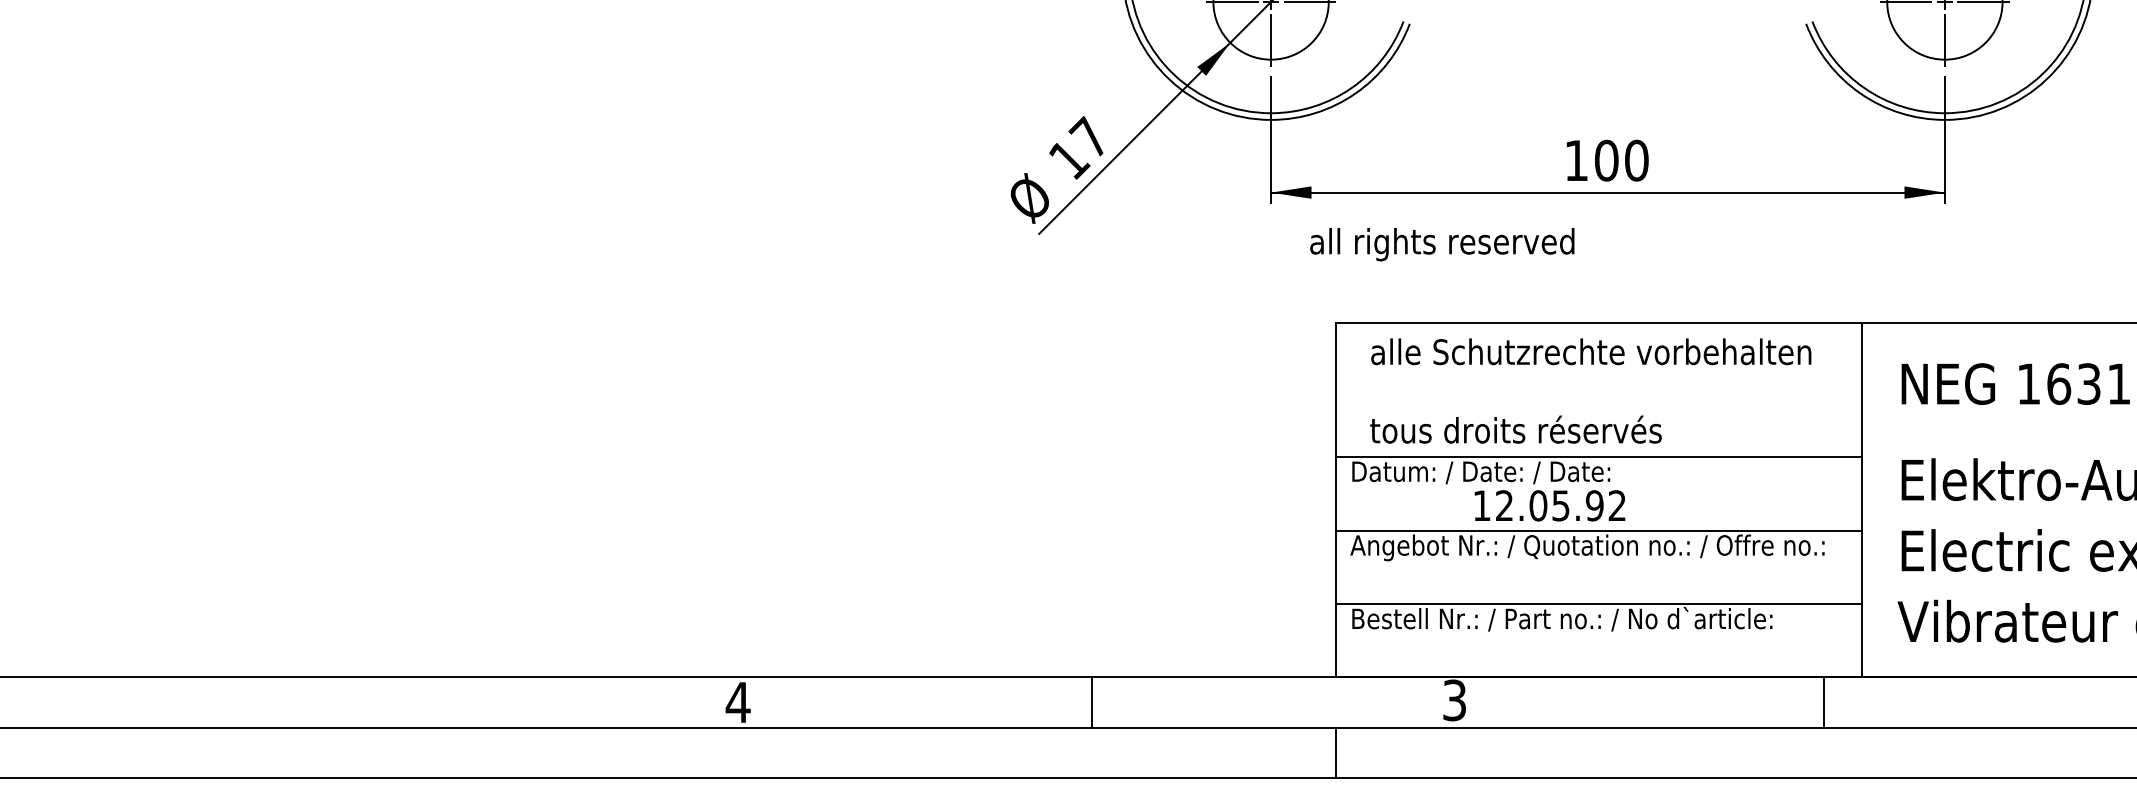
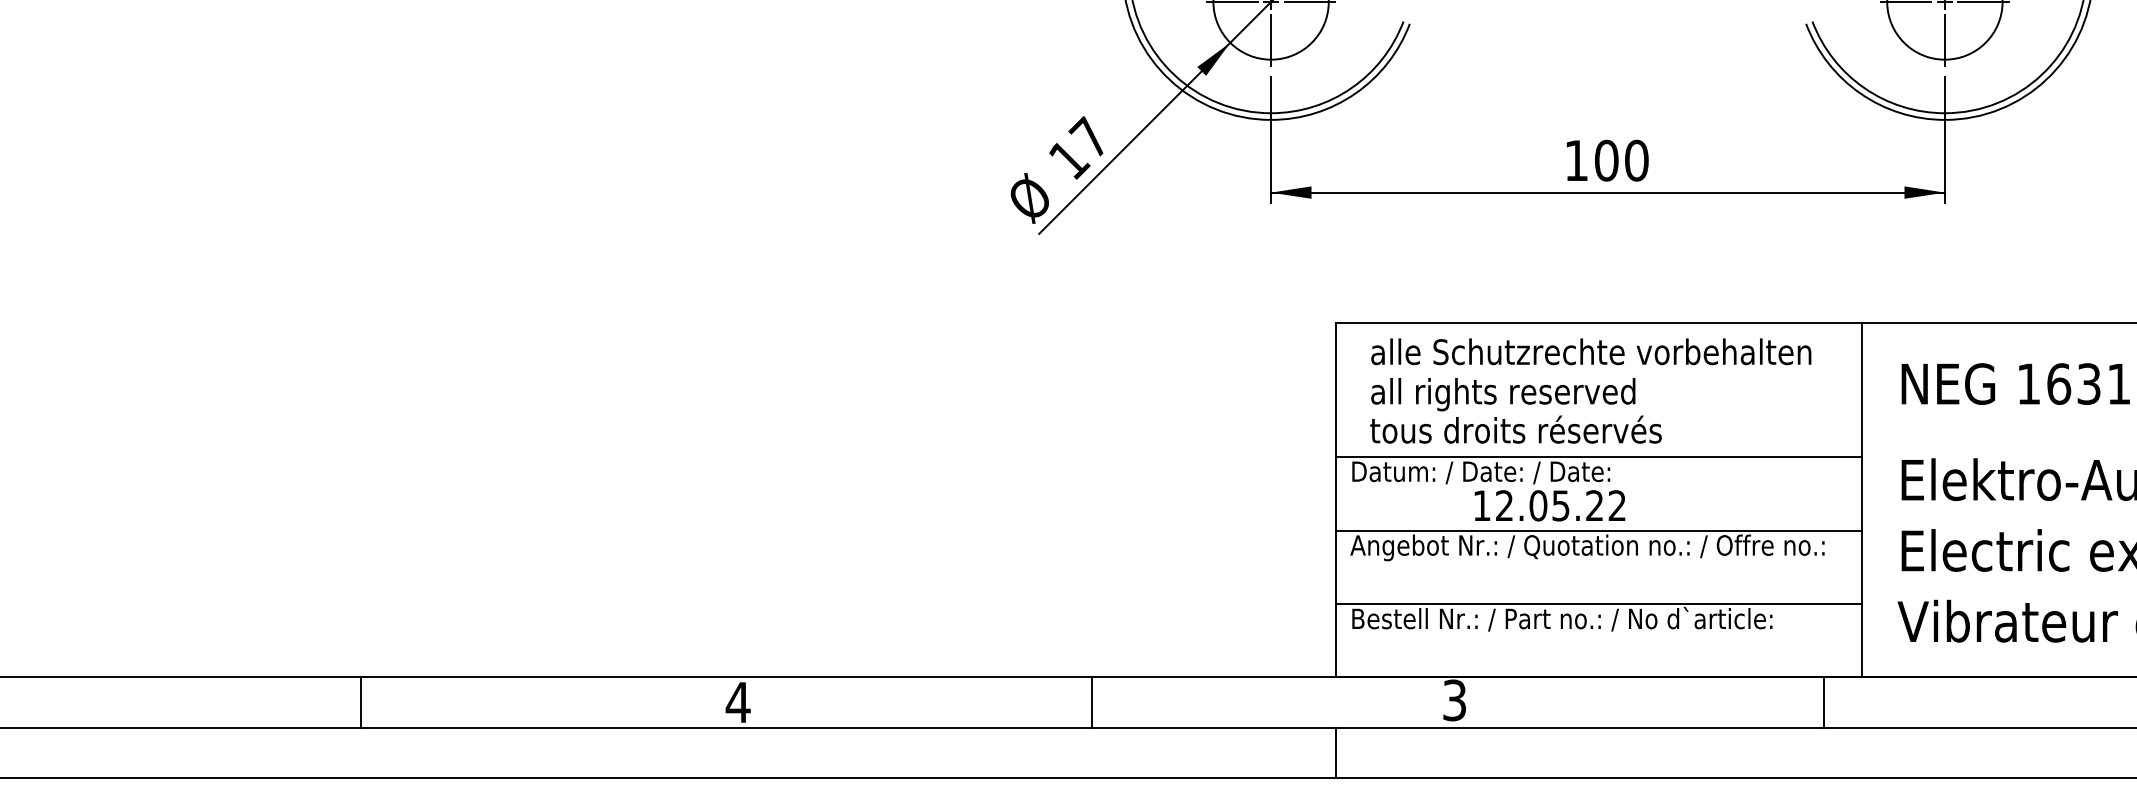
text at (1442, 244) position: (1442, 244) -> (1503, 394)
text at (1594, 505): 12.05.92 -> 12.05.22
line at (360, 702): none -> present
